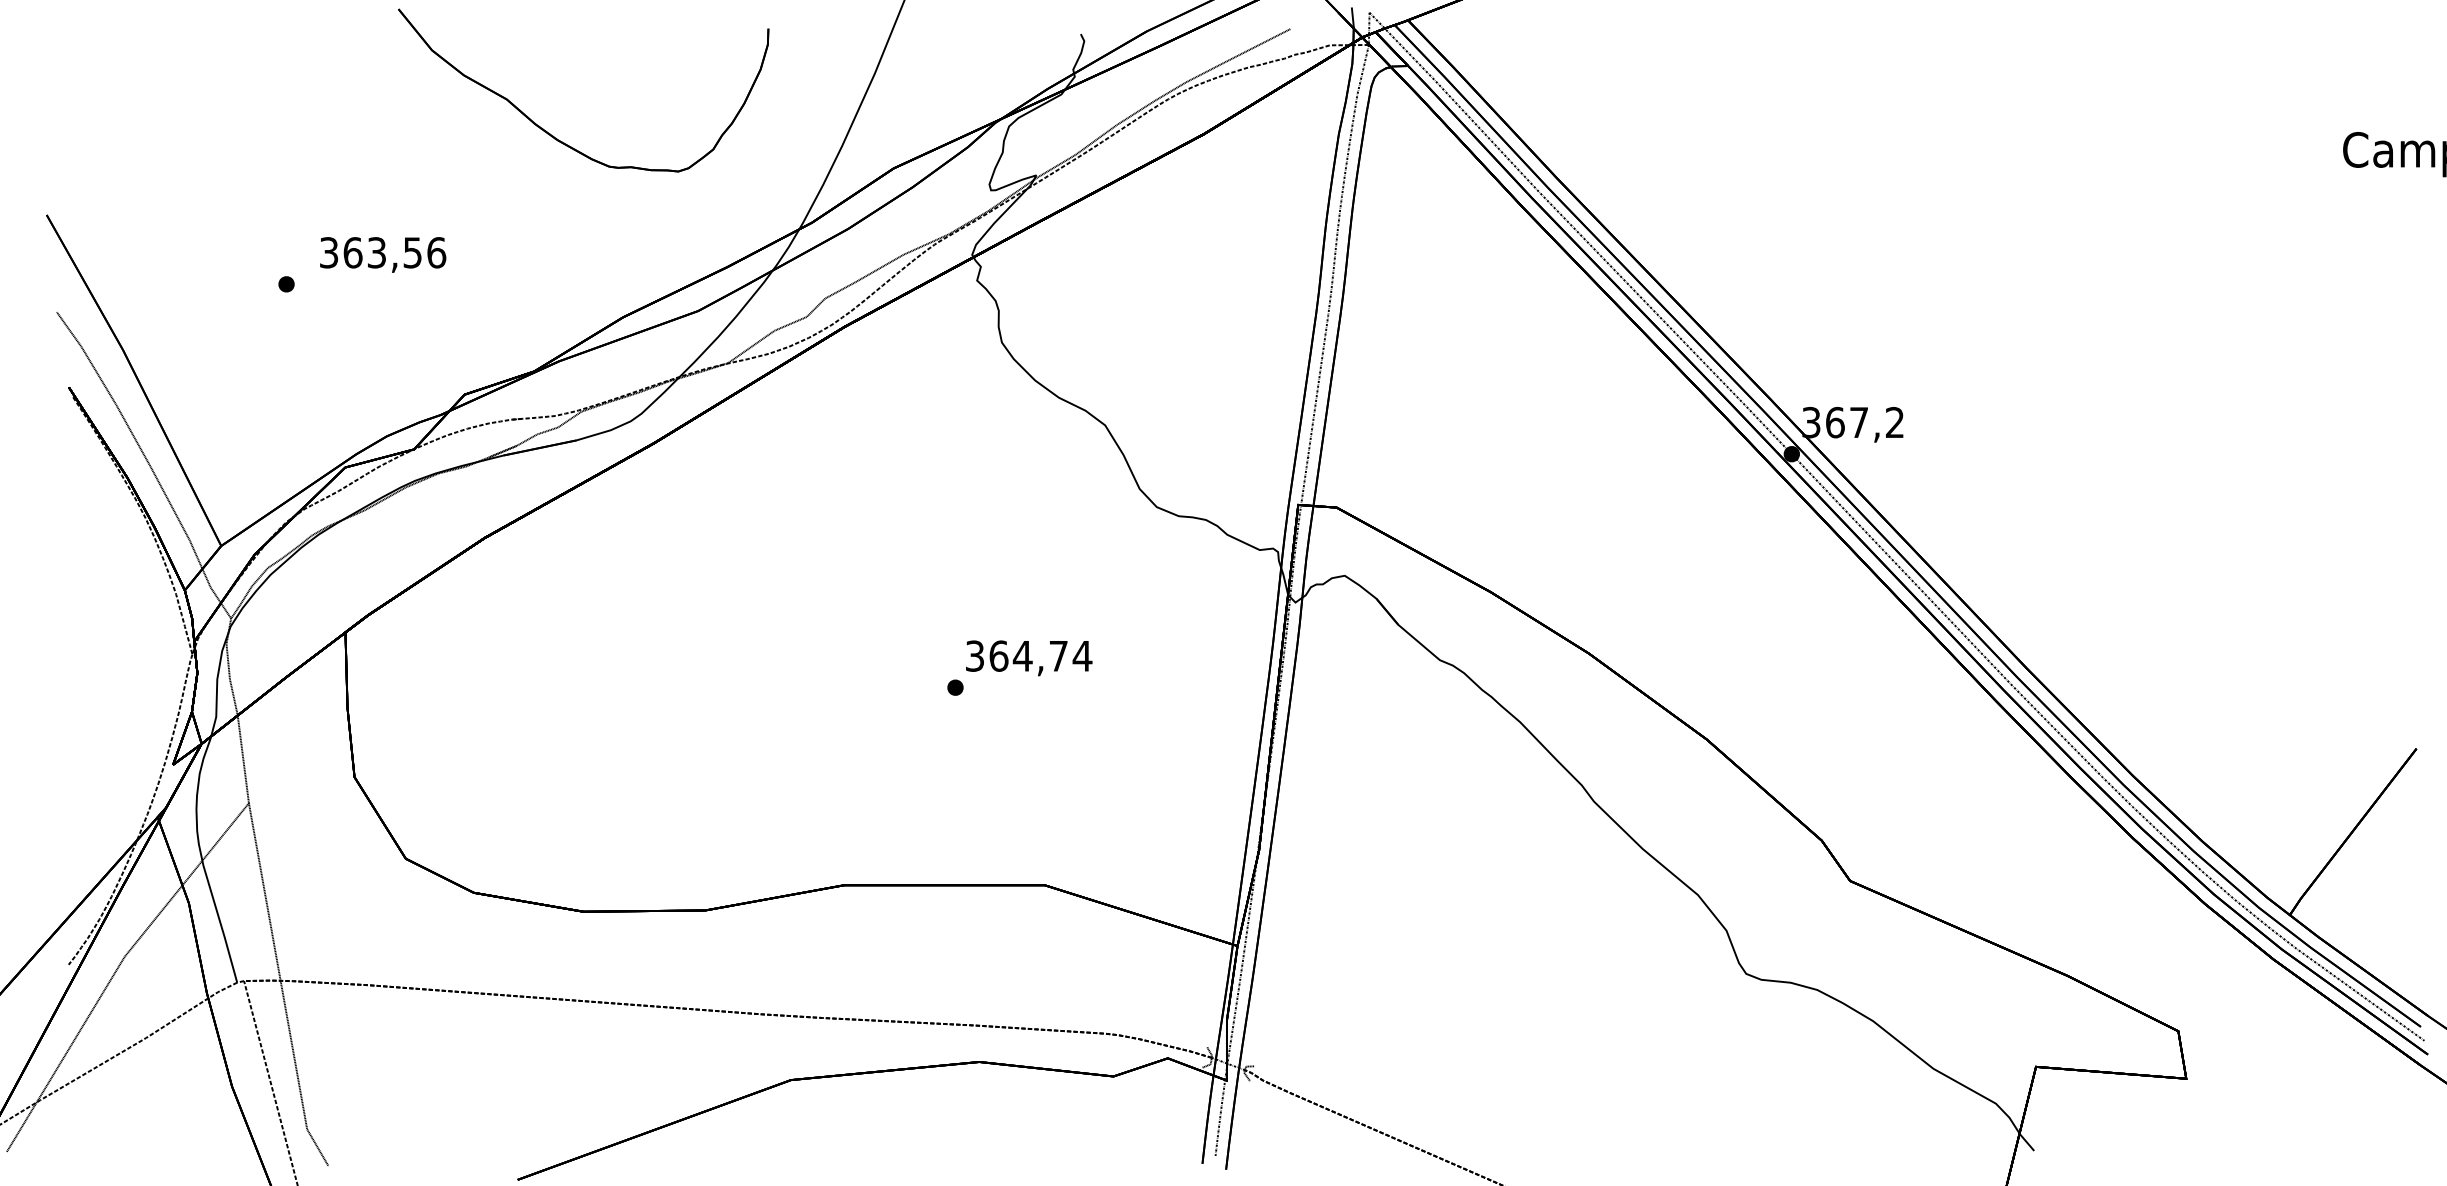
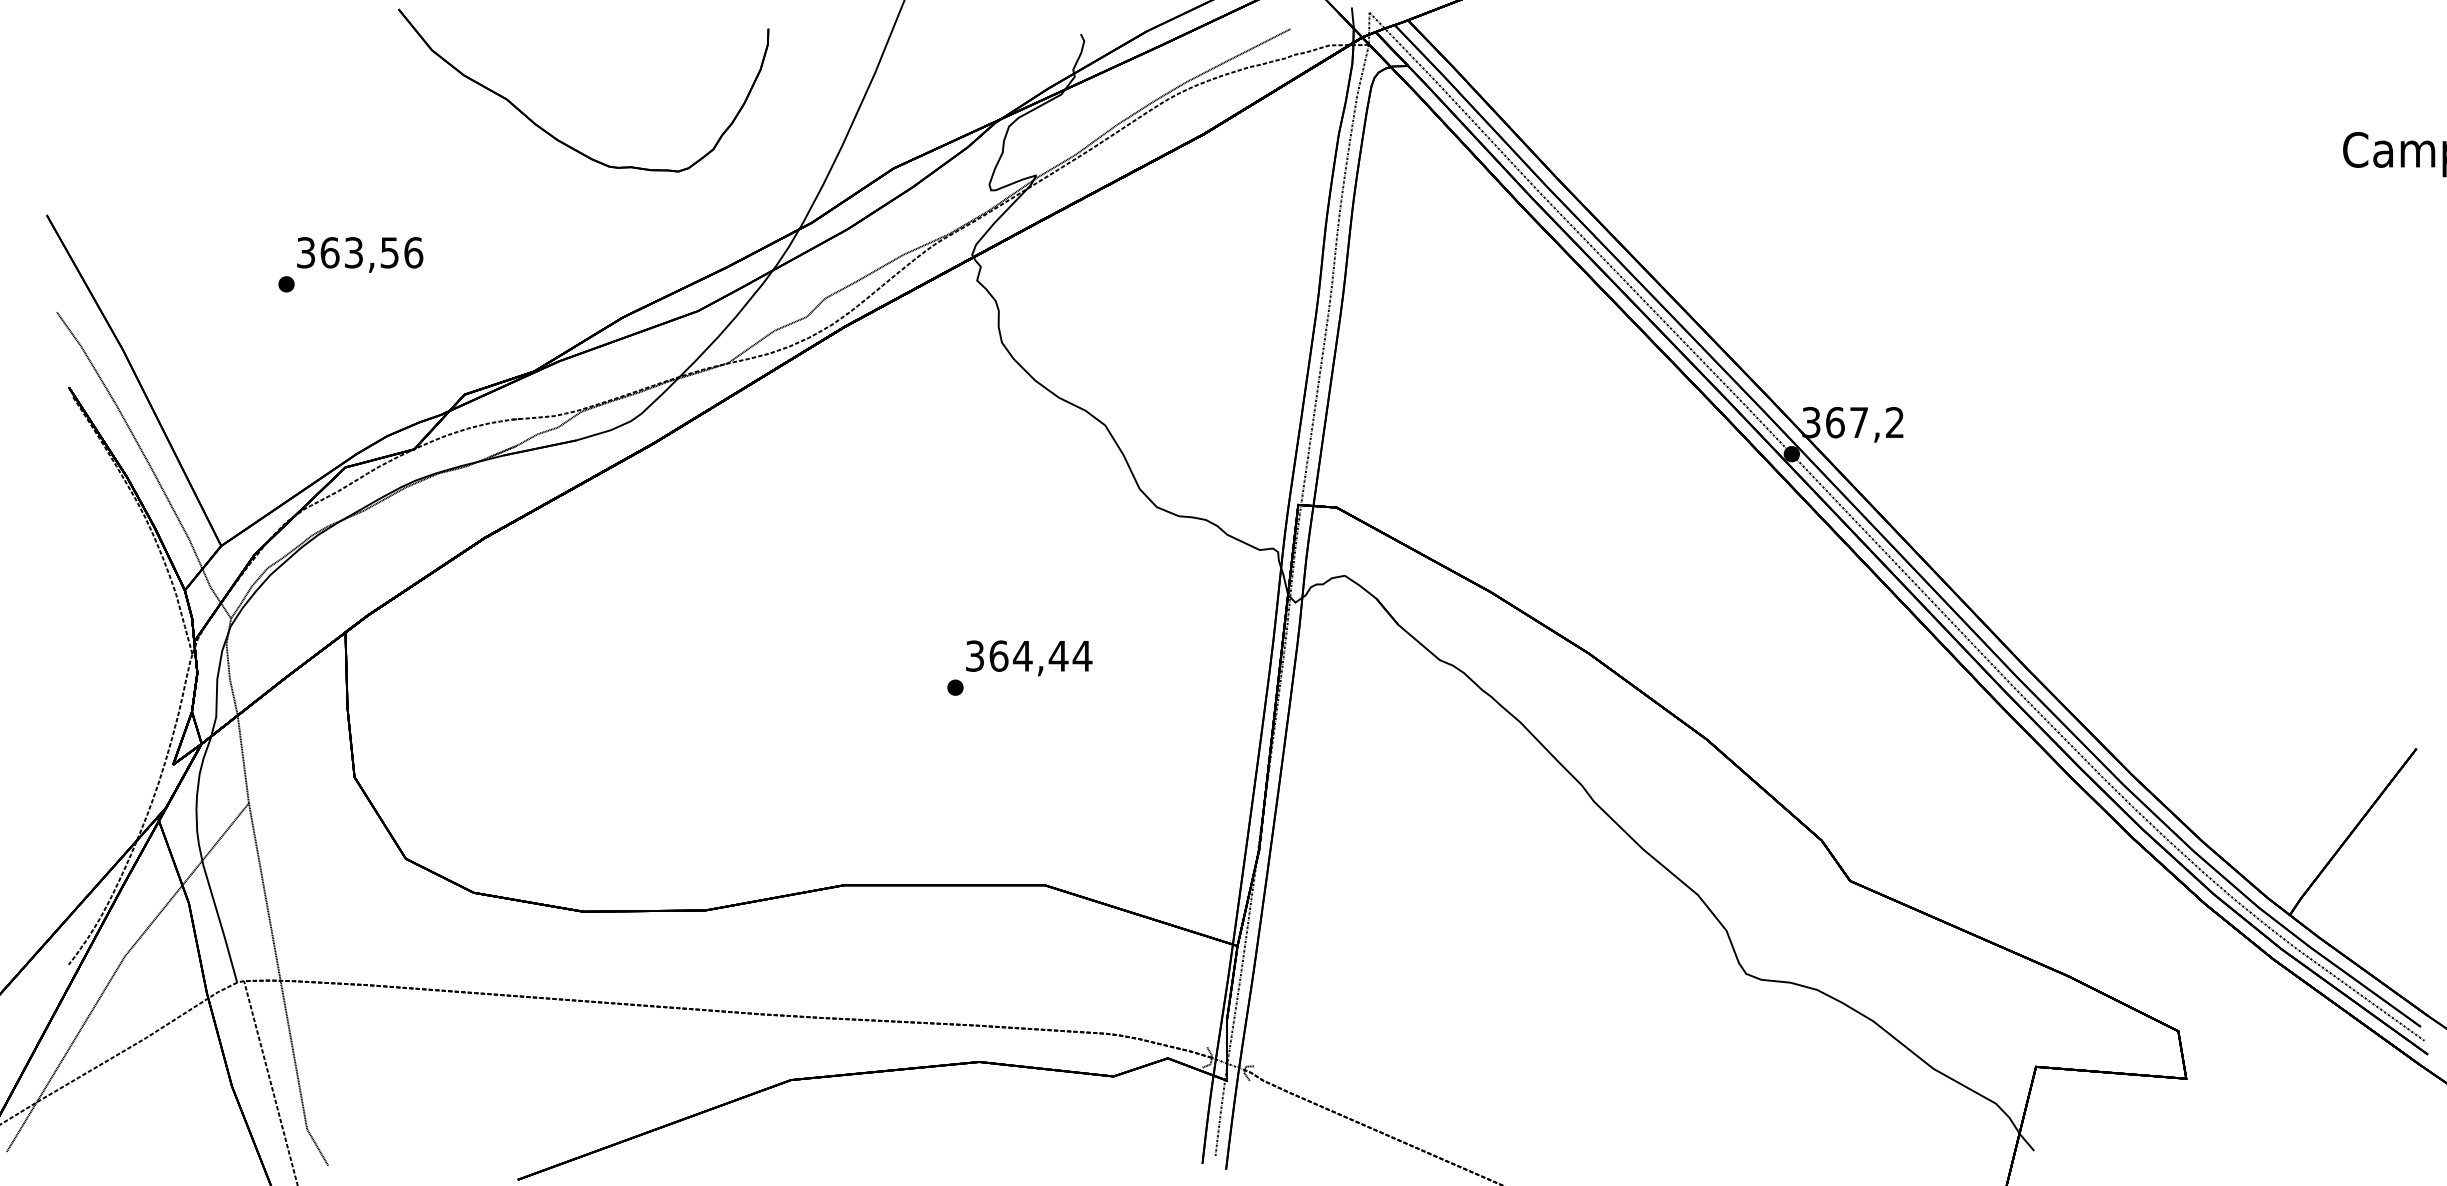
text at (383, 254) position: (383, 254) -> (360, 254)
text at (1058, 656): 364,74 -> 364,44
